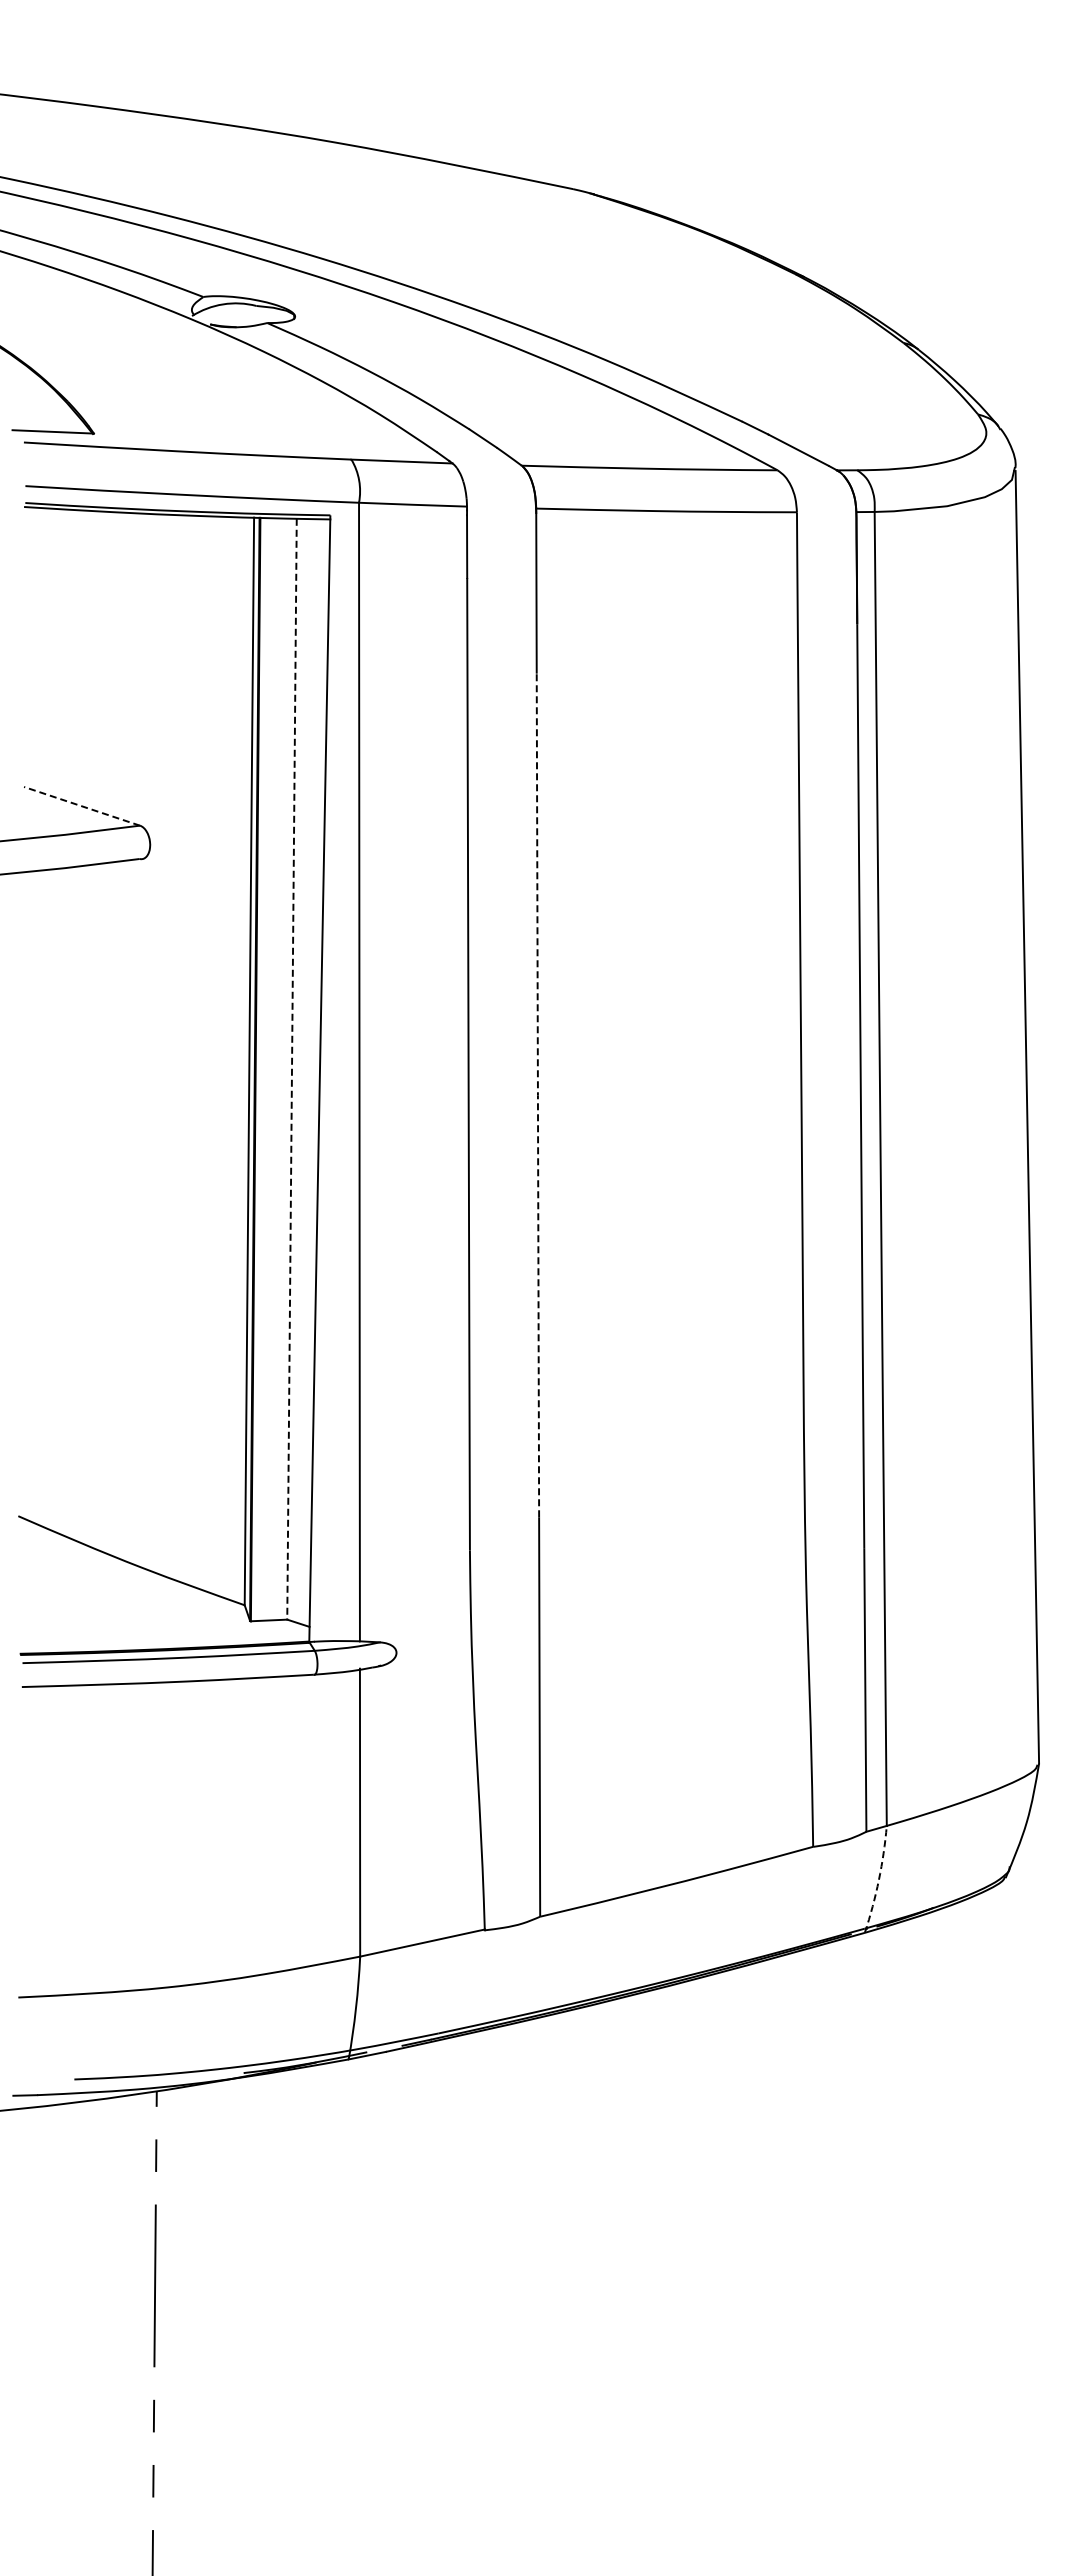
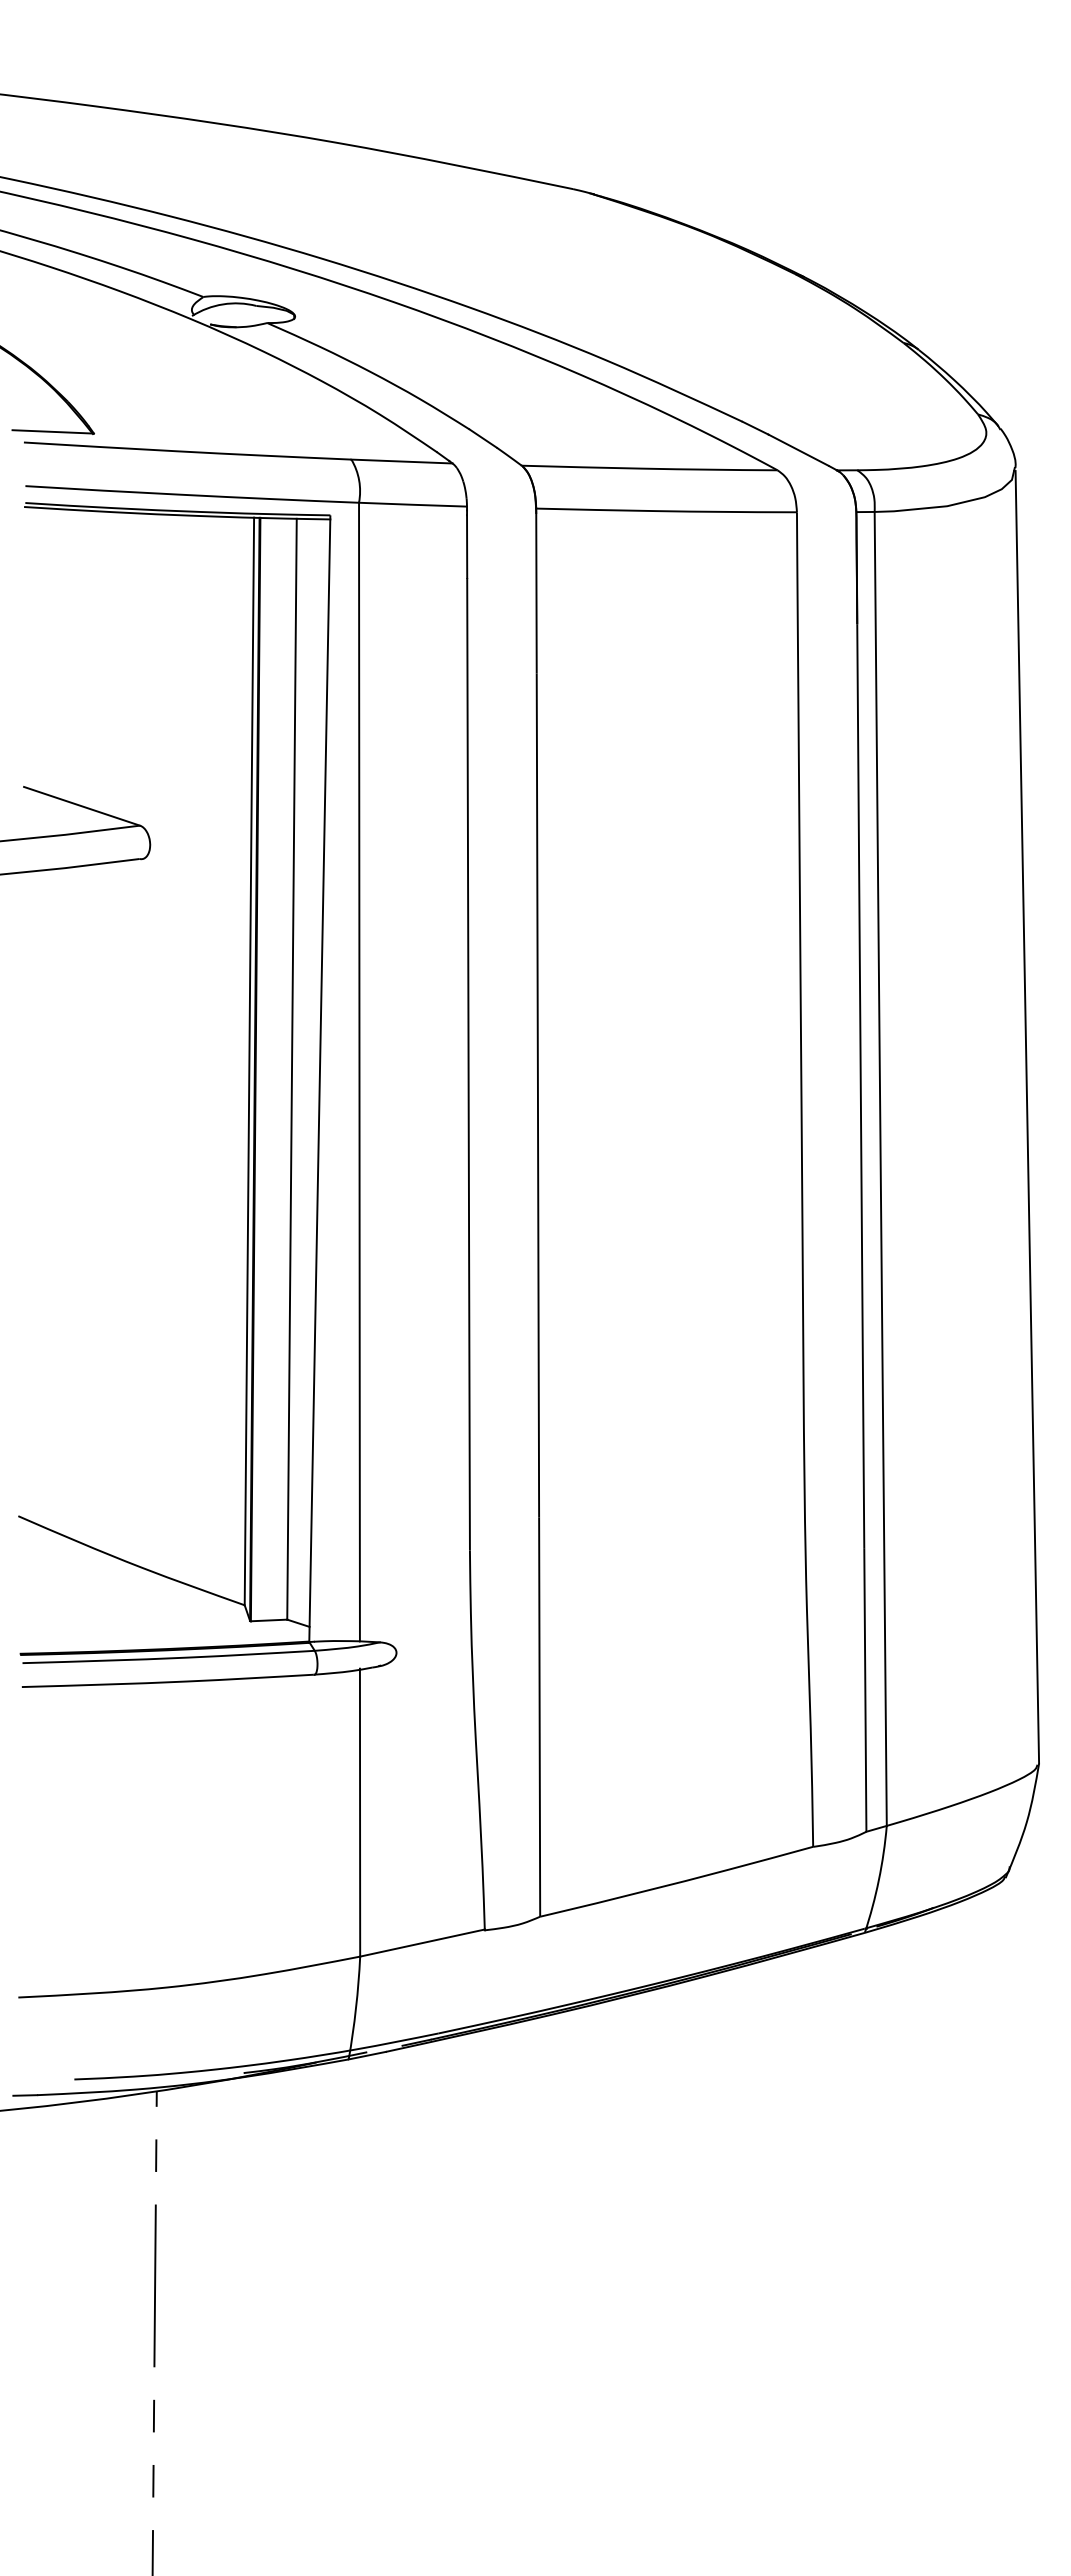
line at (81, 806): dashed -> solid
line at (292, 1069): dashed -> solid
line at (537, 1095): dashed -> solid
arc at (878, 1880): dashed -> solid
